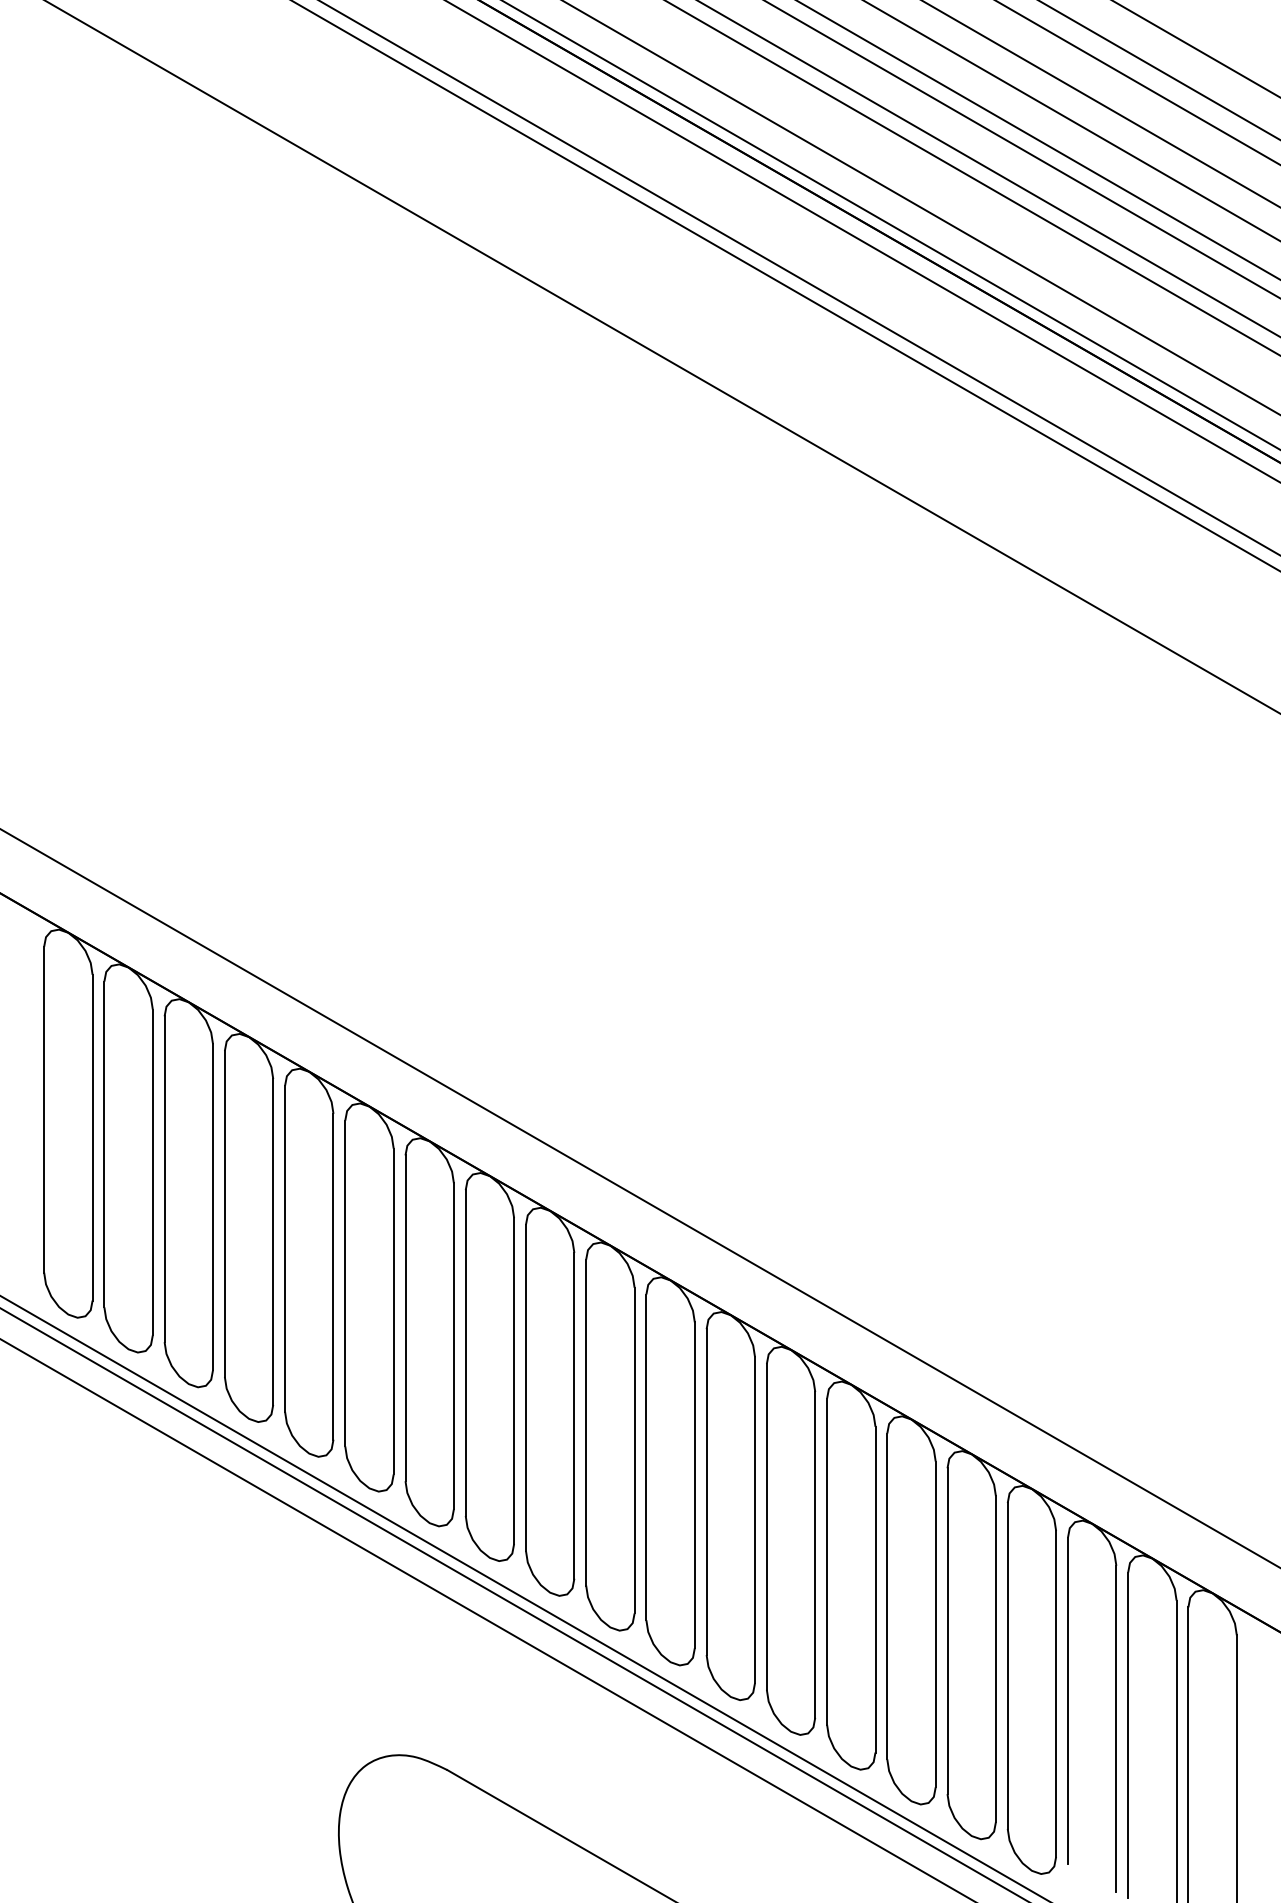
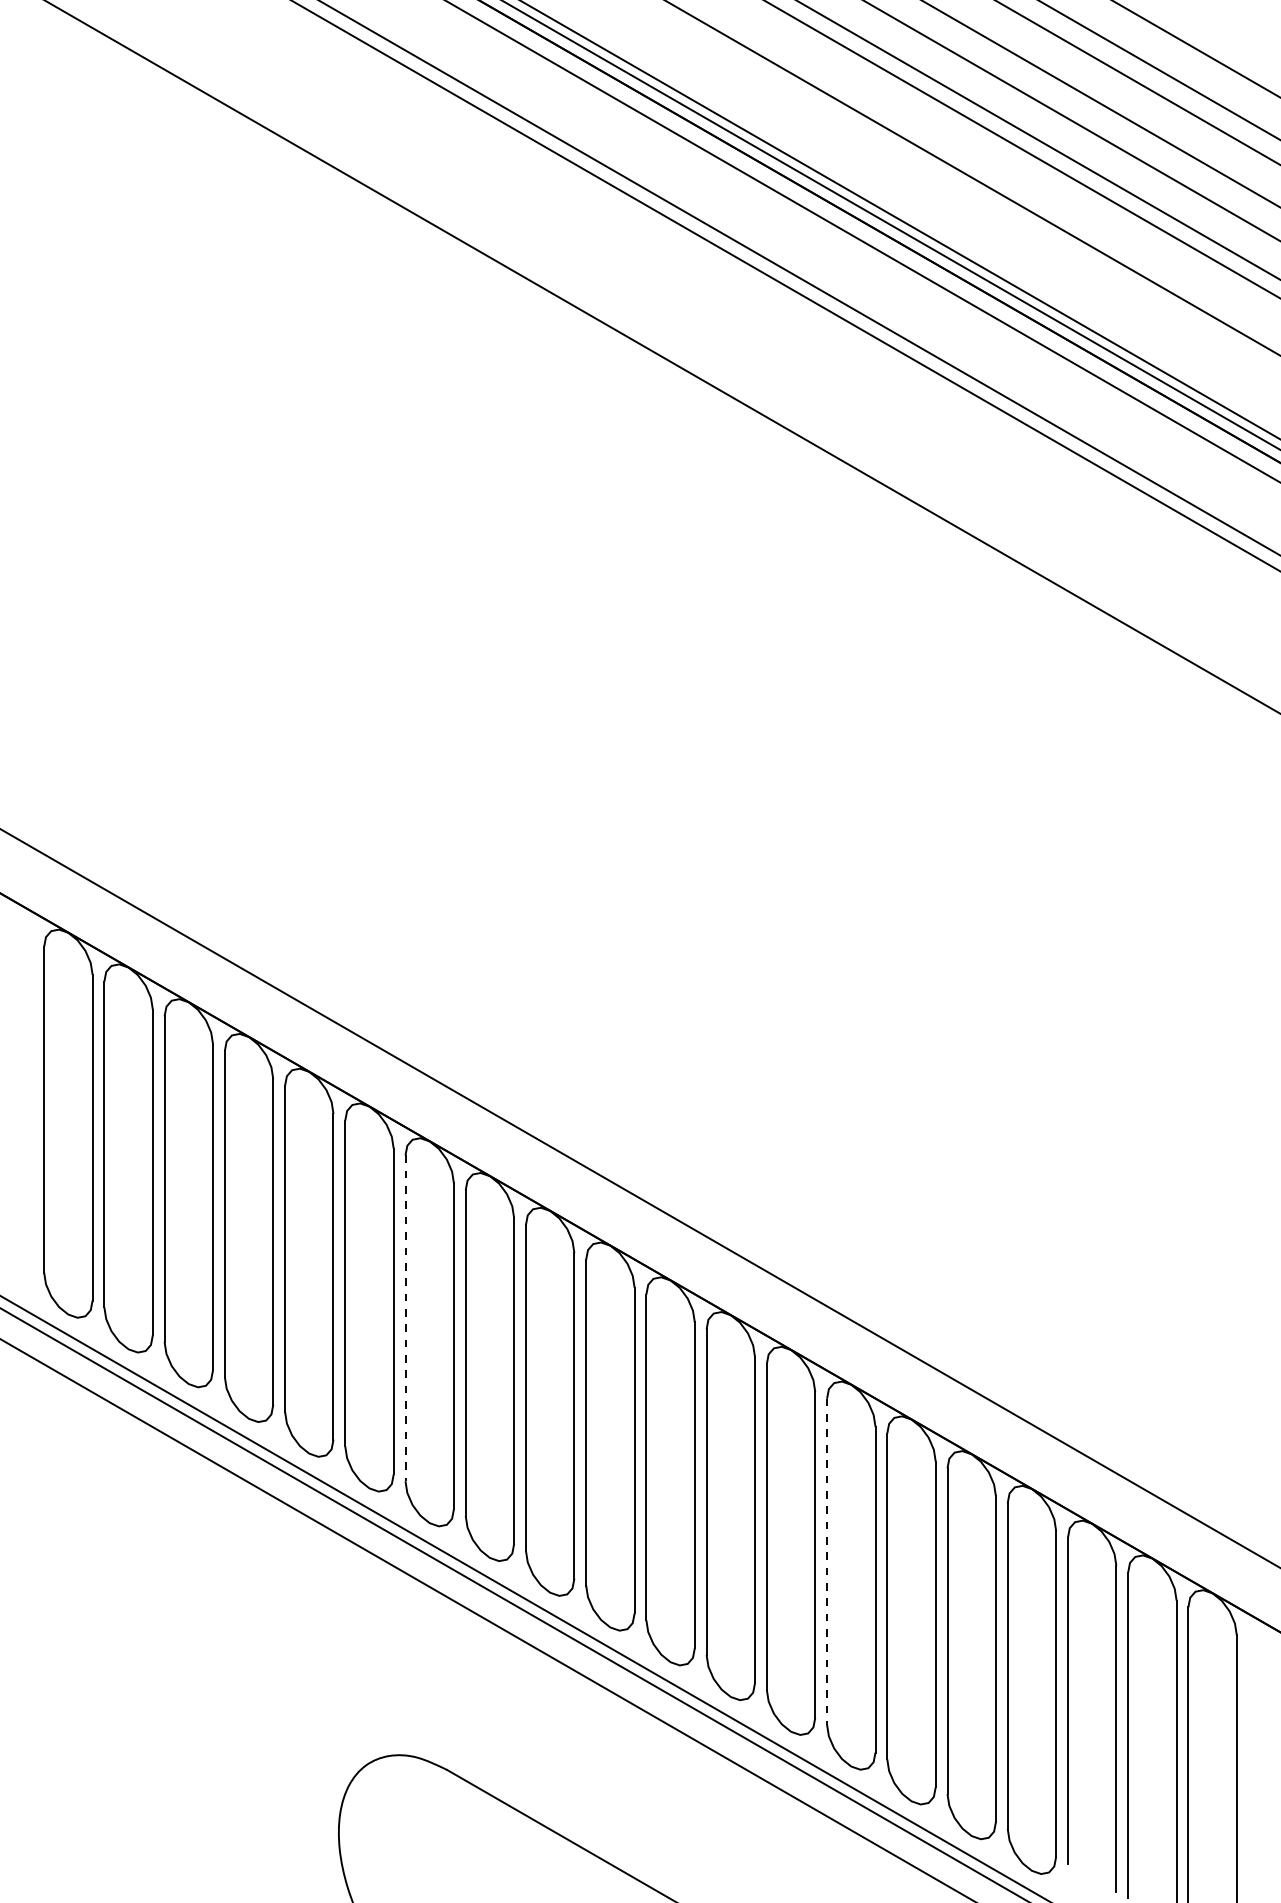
line at (988, 168): present -> none
line at (921, 207) position: (921, 207) -> (899, 219)
line at (405, 1318): solid -> dashed
line at (827, 1561): solid -> dashed
